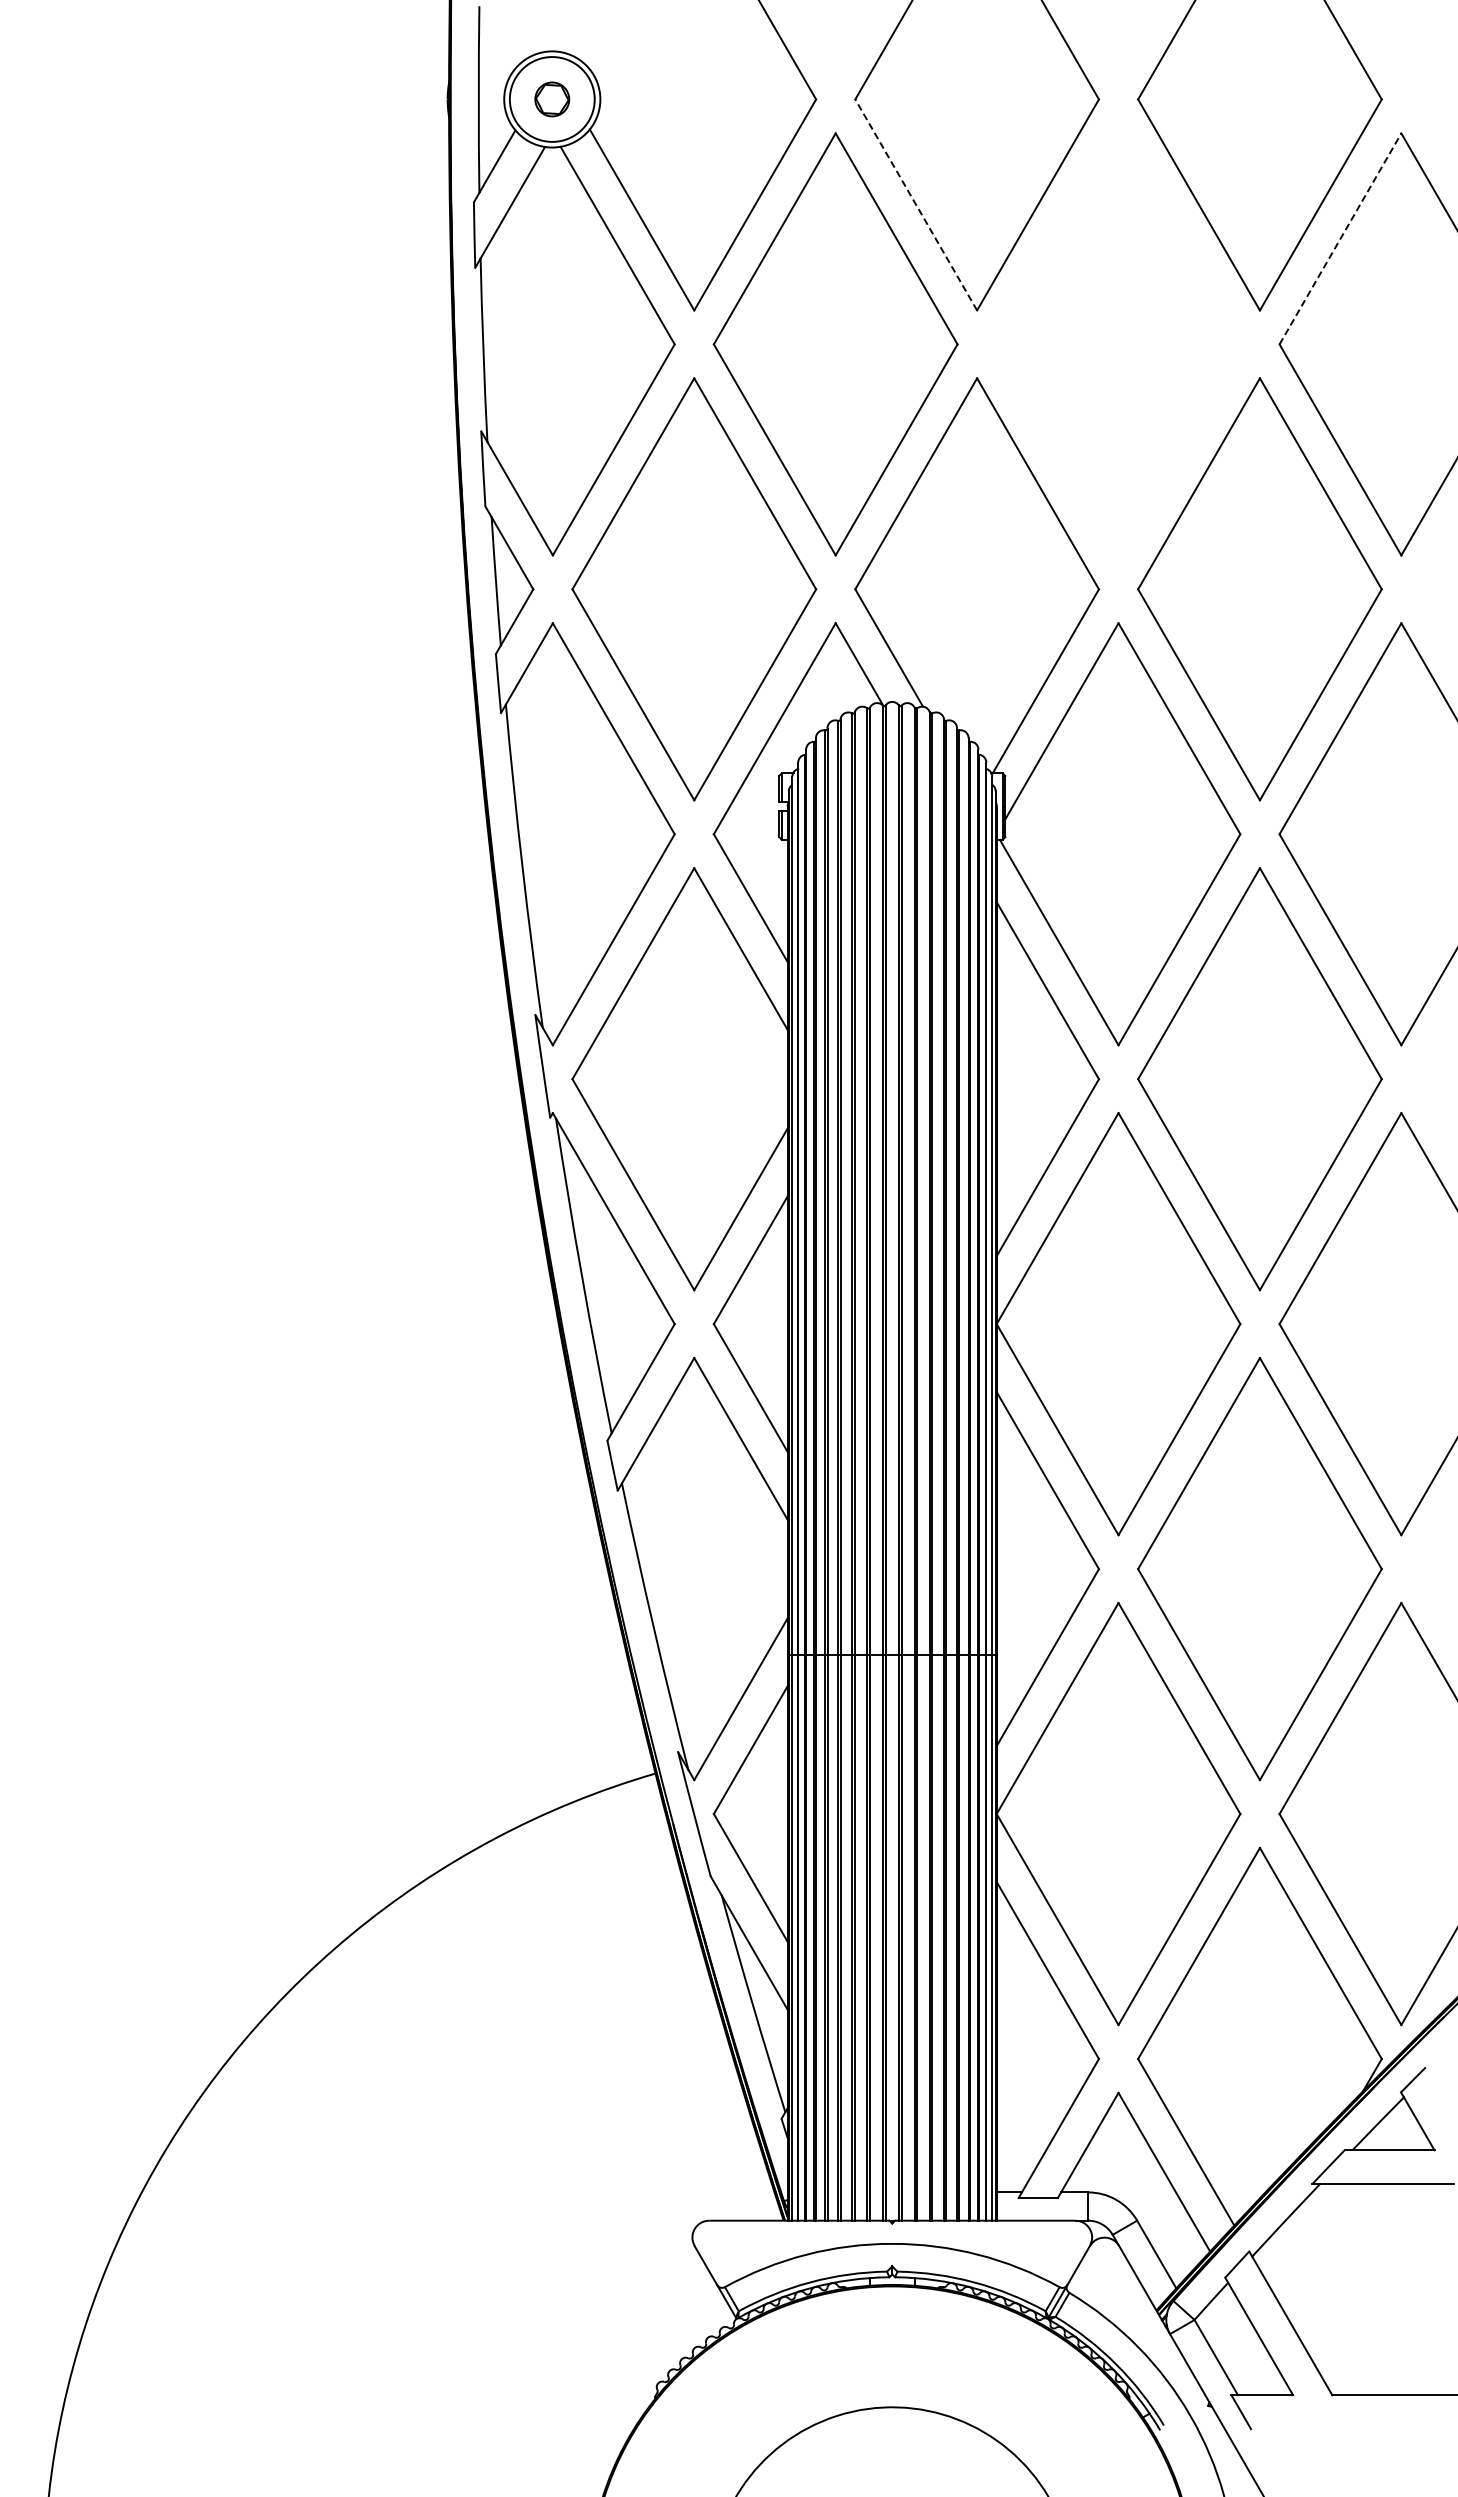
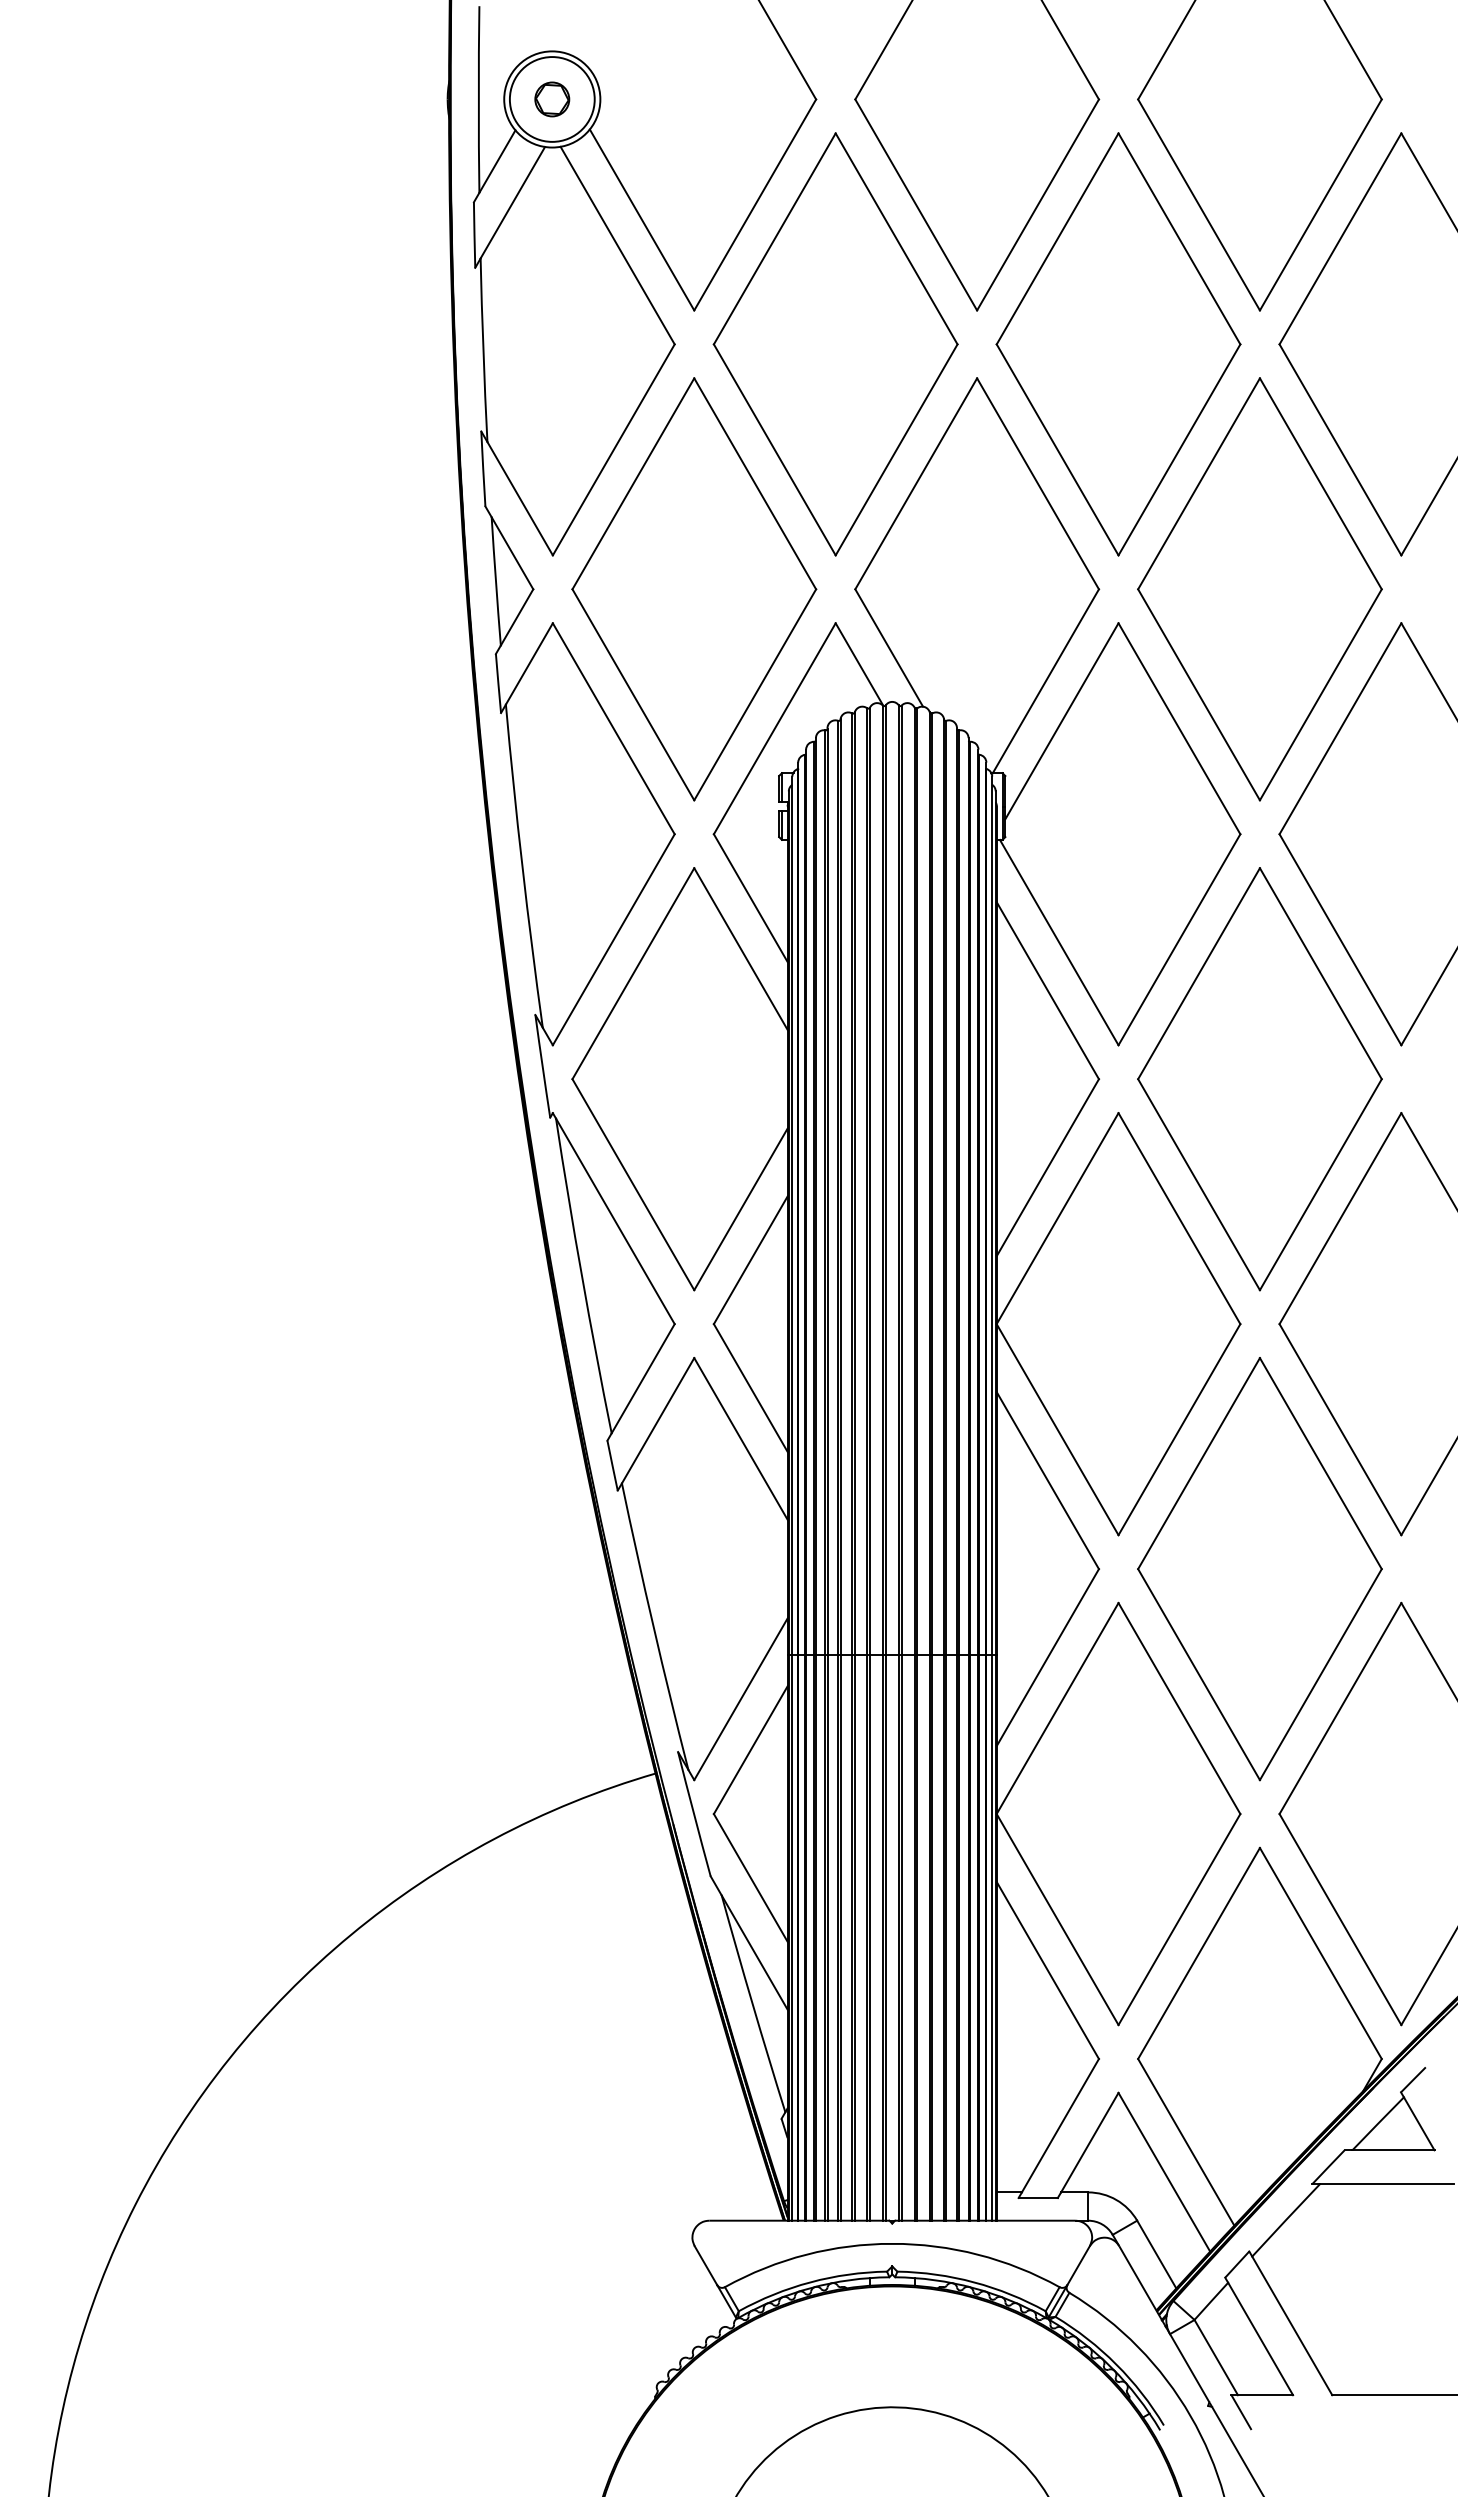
line at (916, 204): dashed -> solid
line at (1340, 238): dashed -> solid
part at (1118, 344): none -> present
